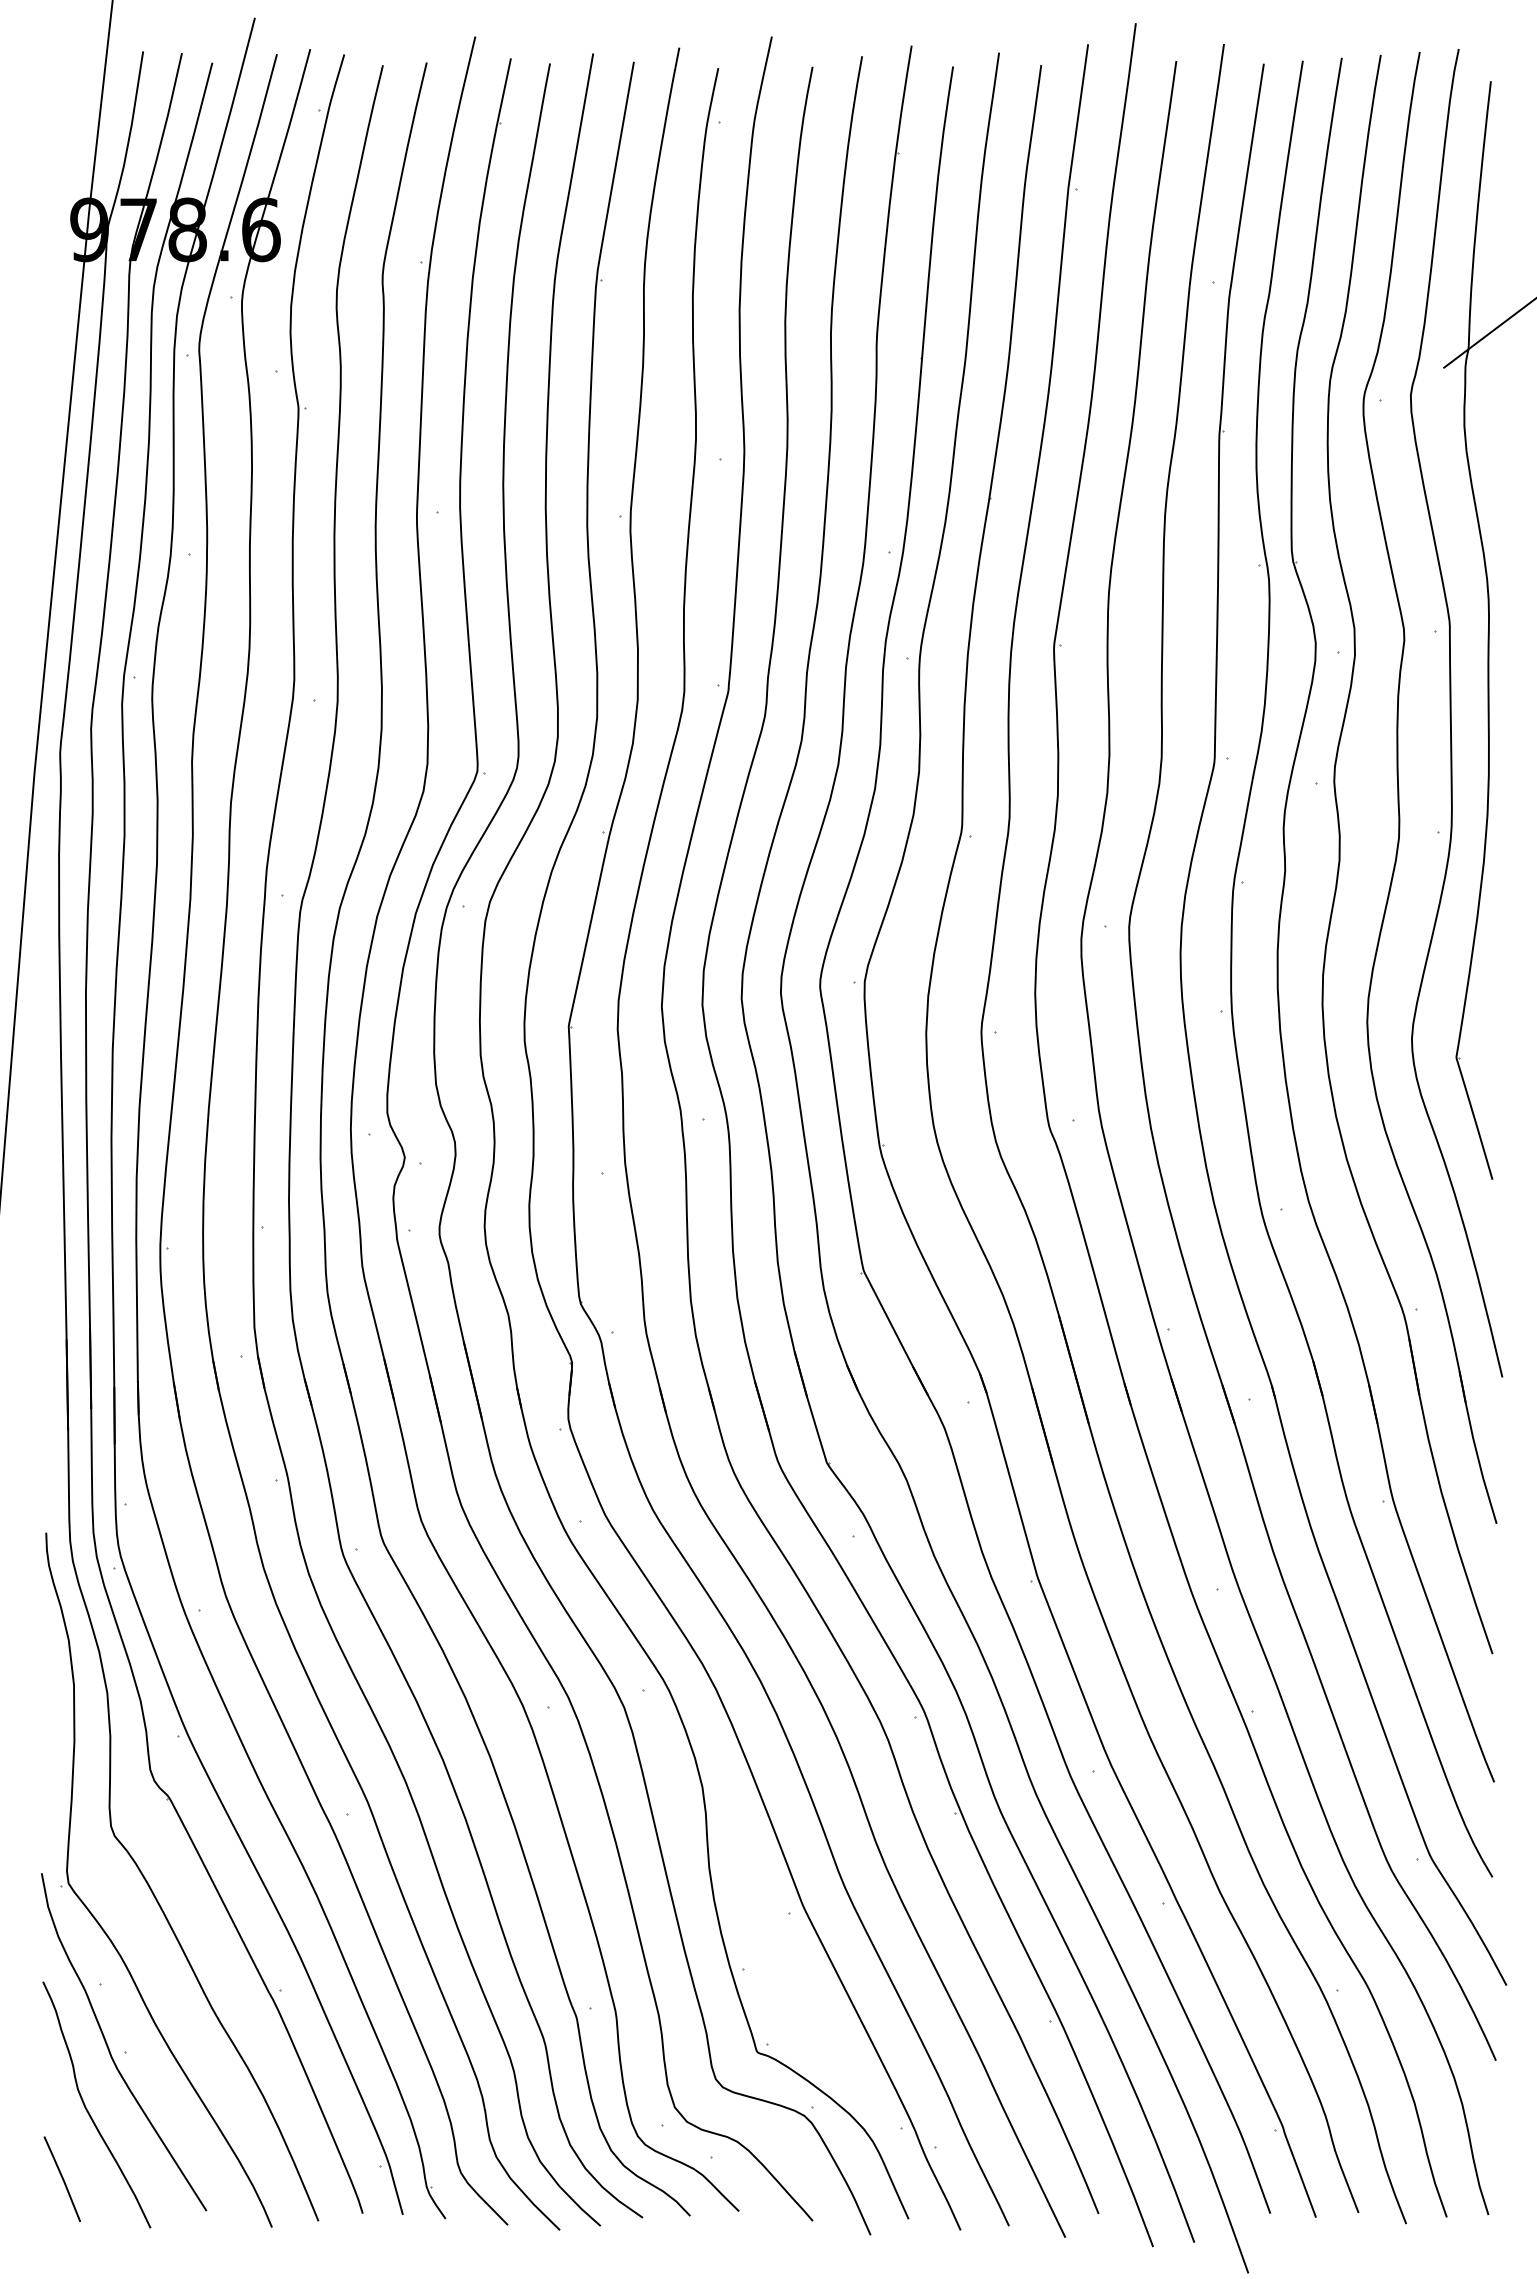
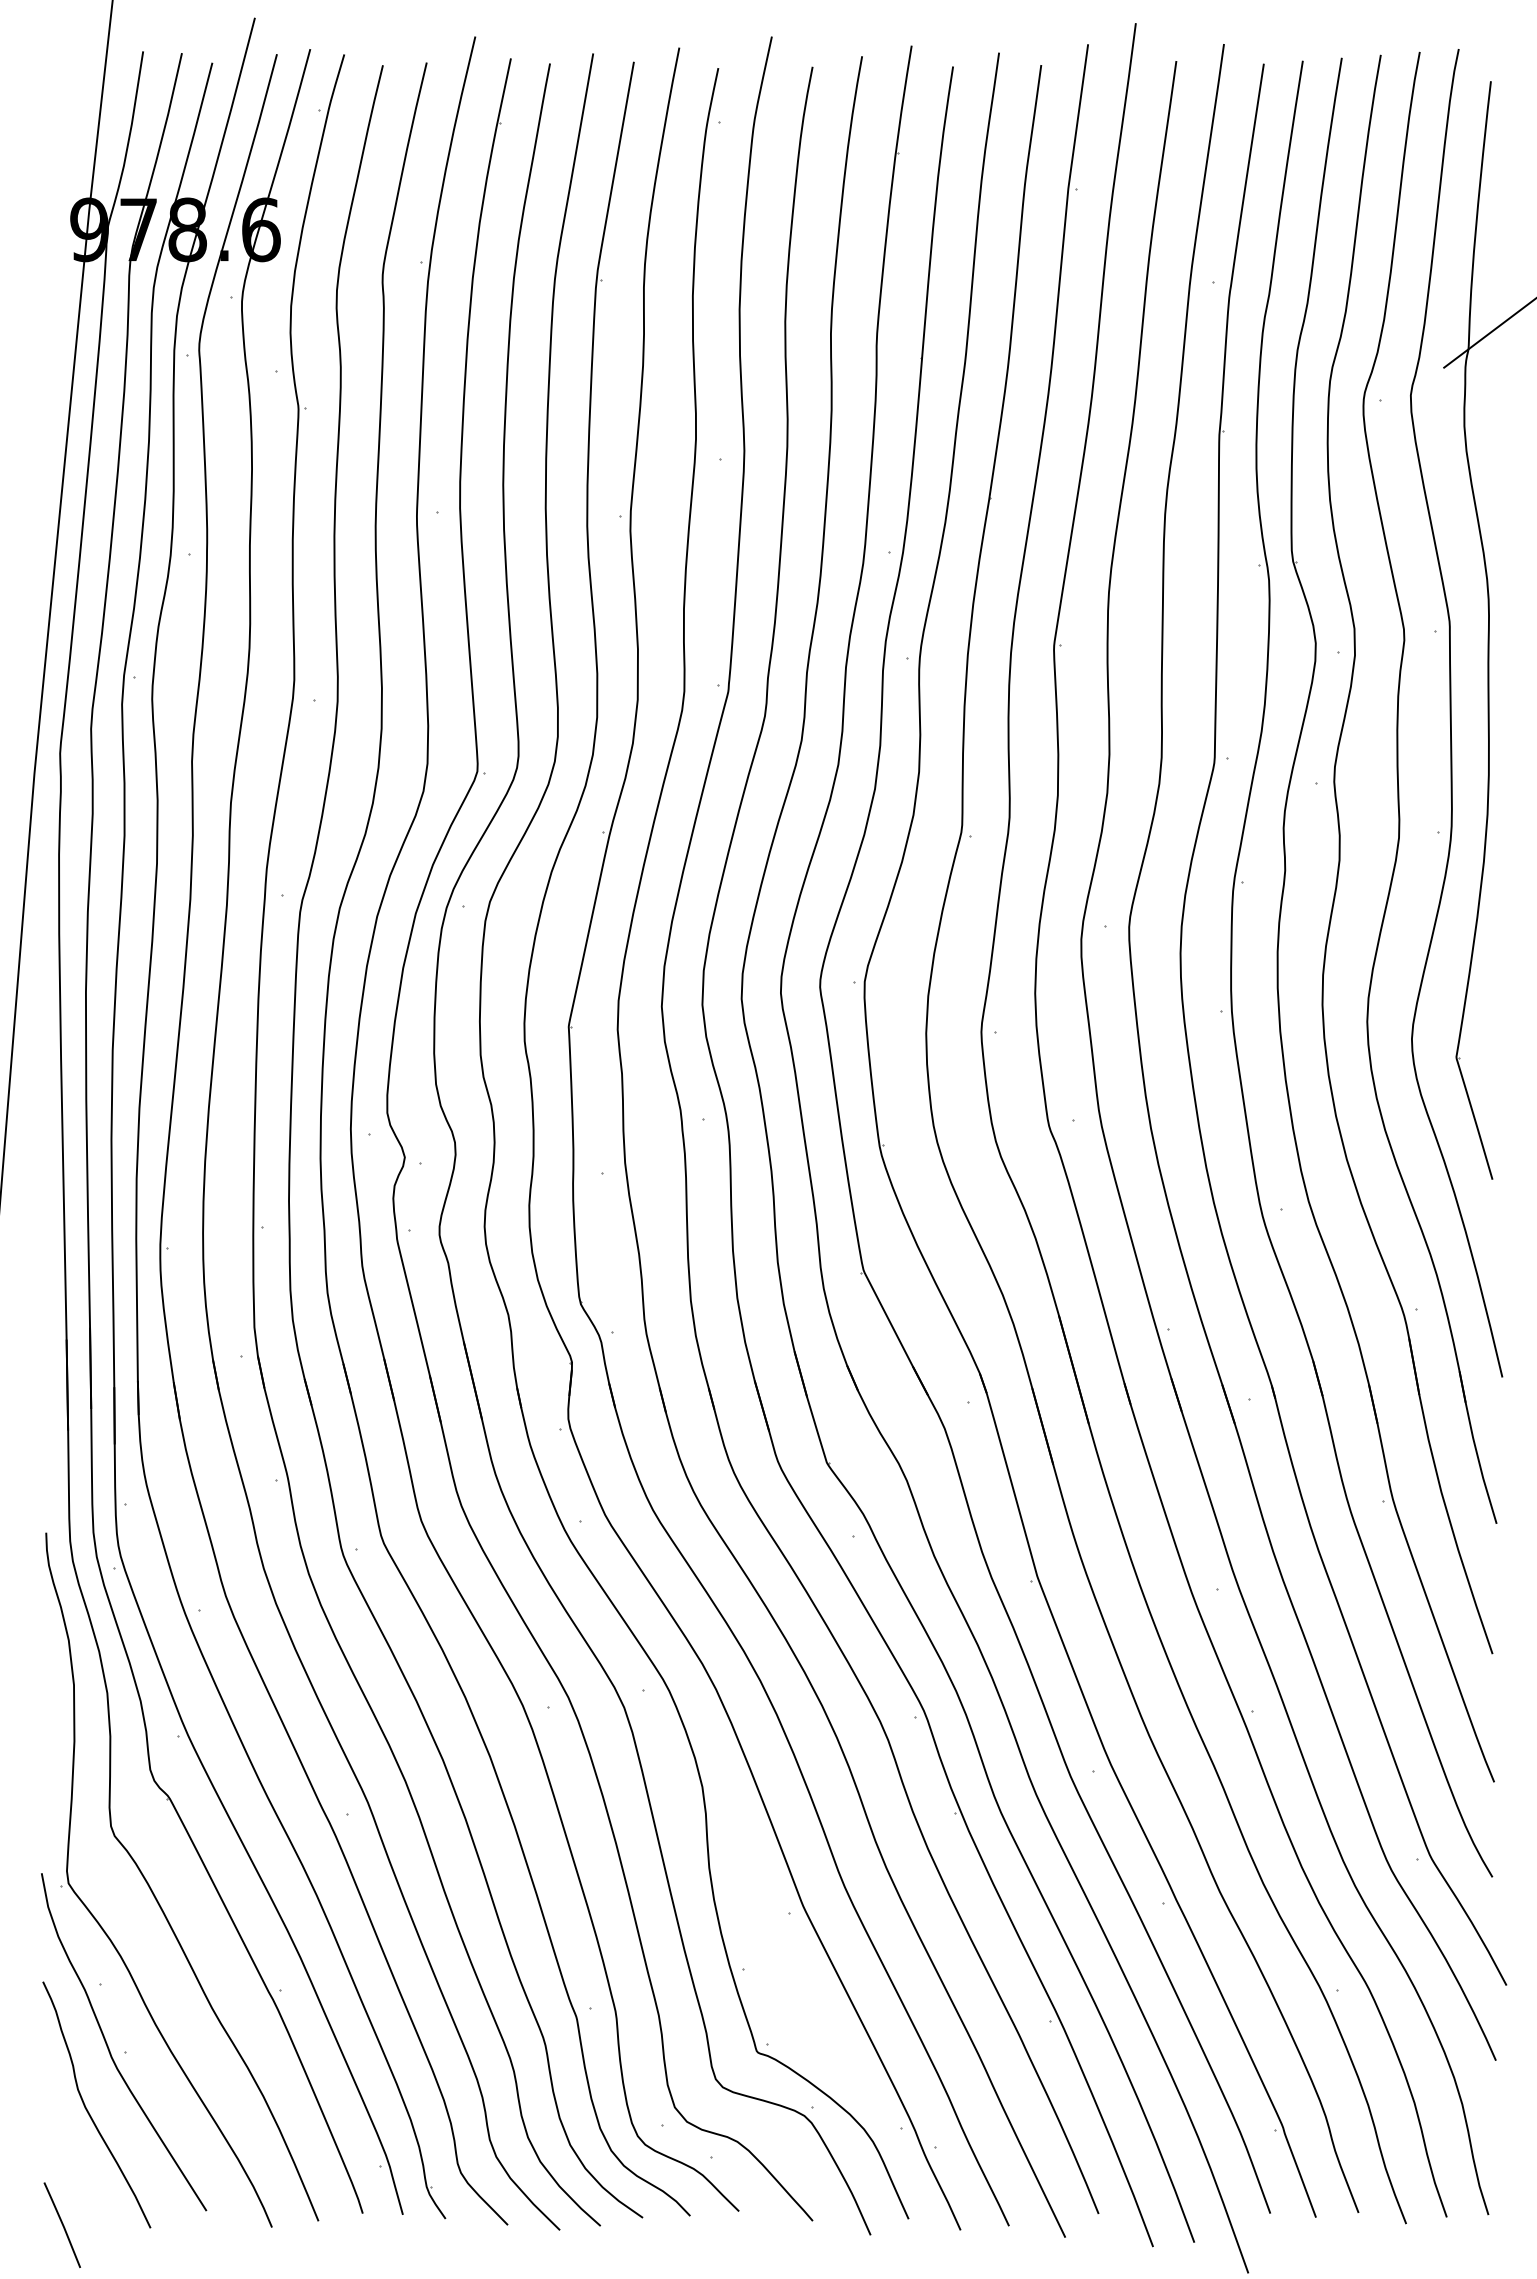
line at (61, 2178) position: (61, 2178) -> (61, 2224)
